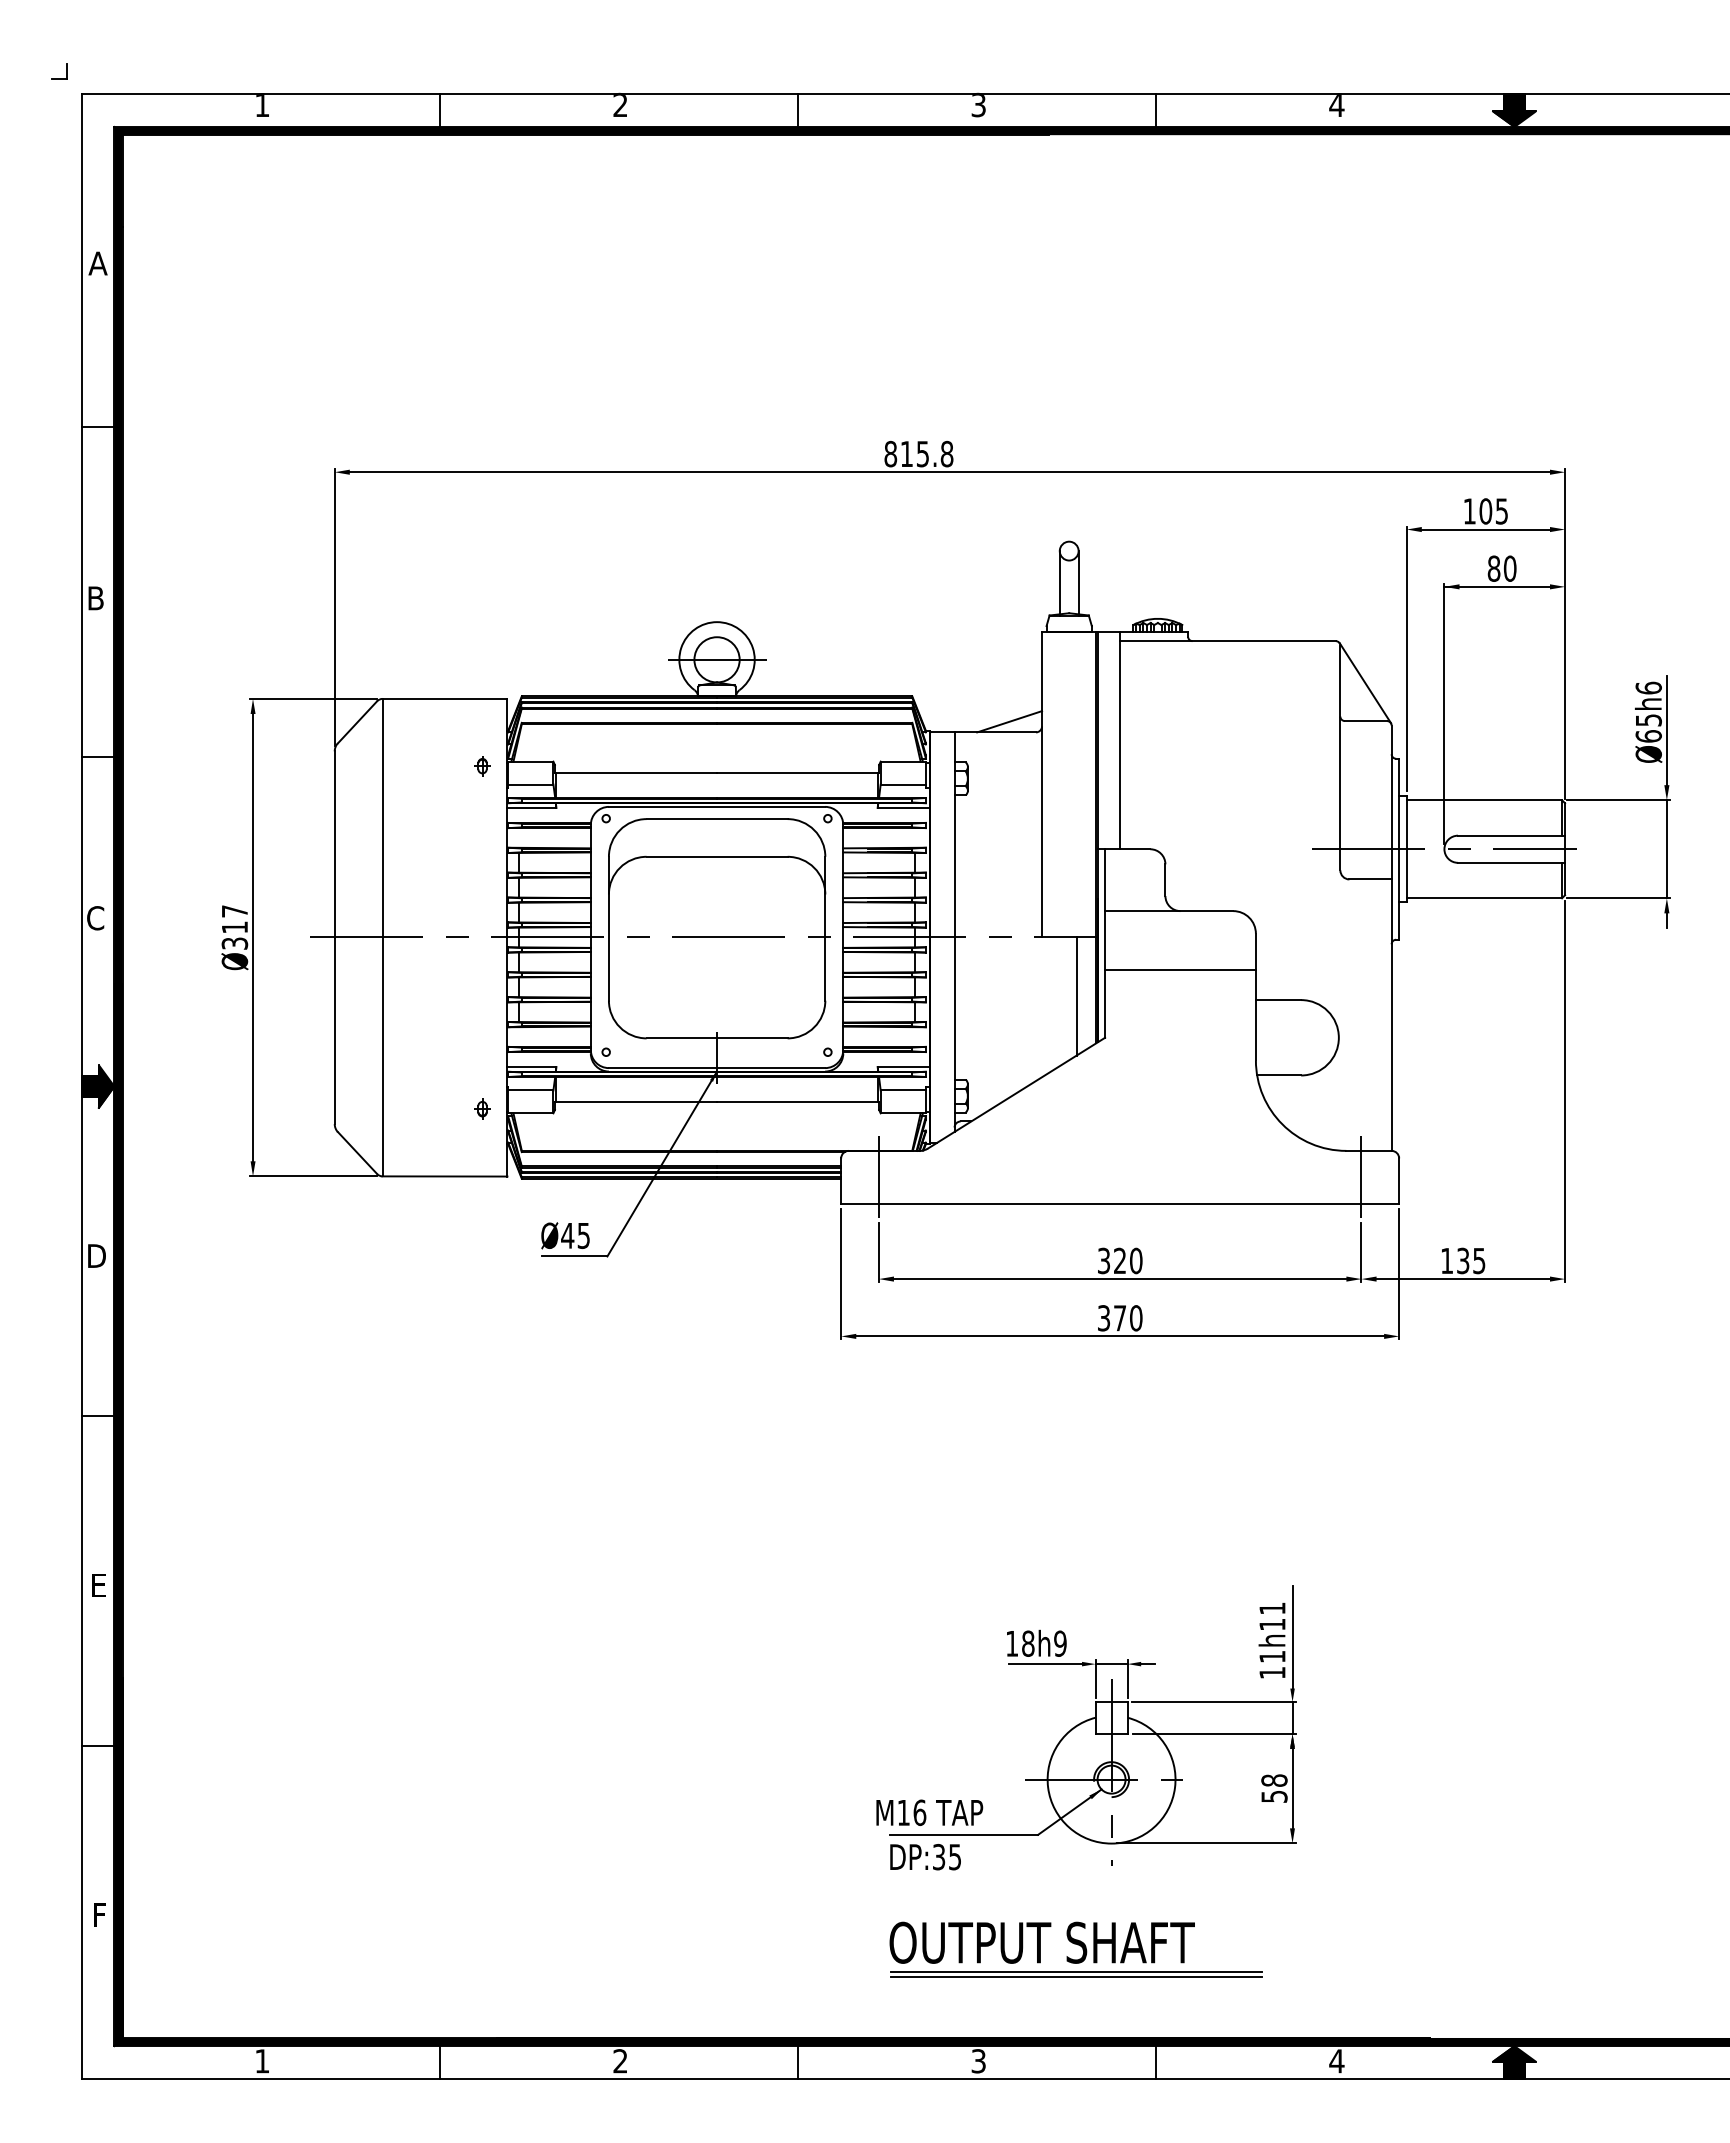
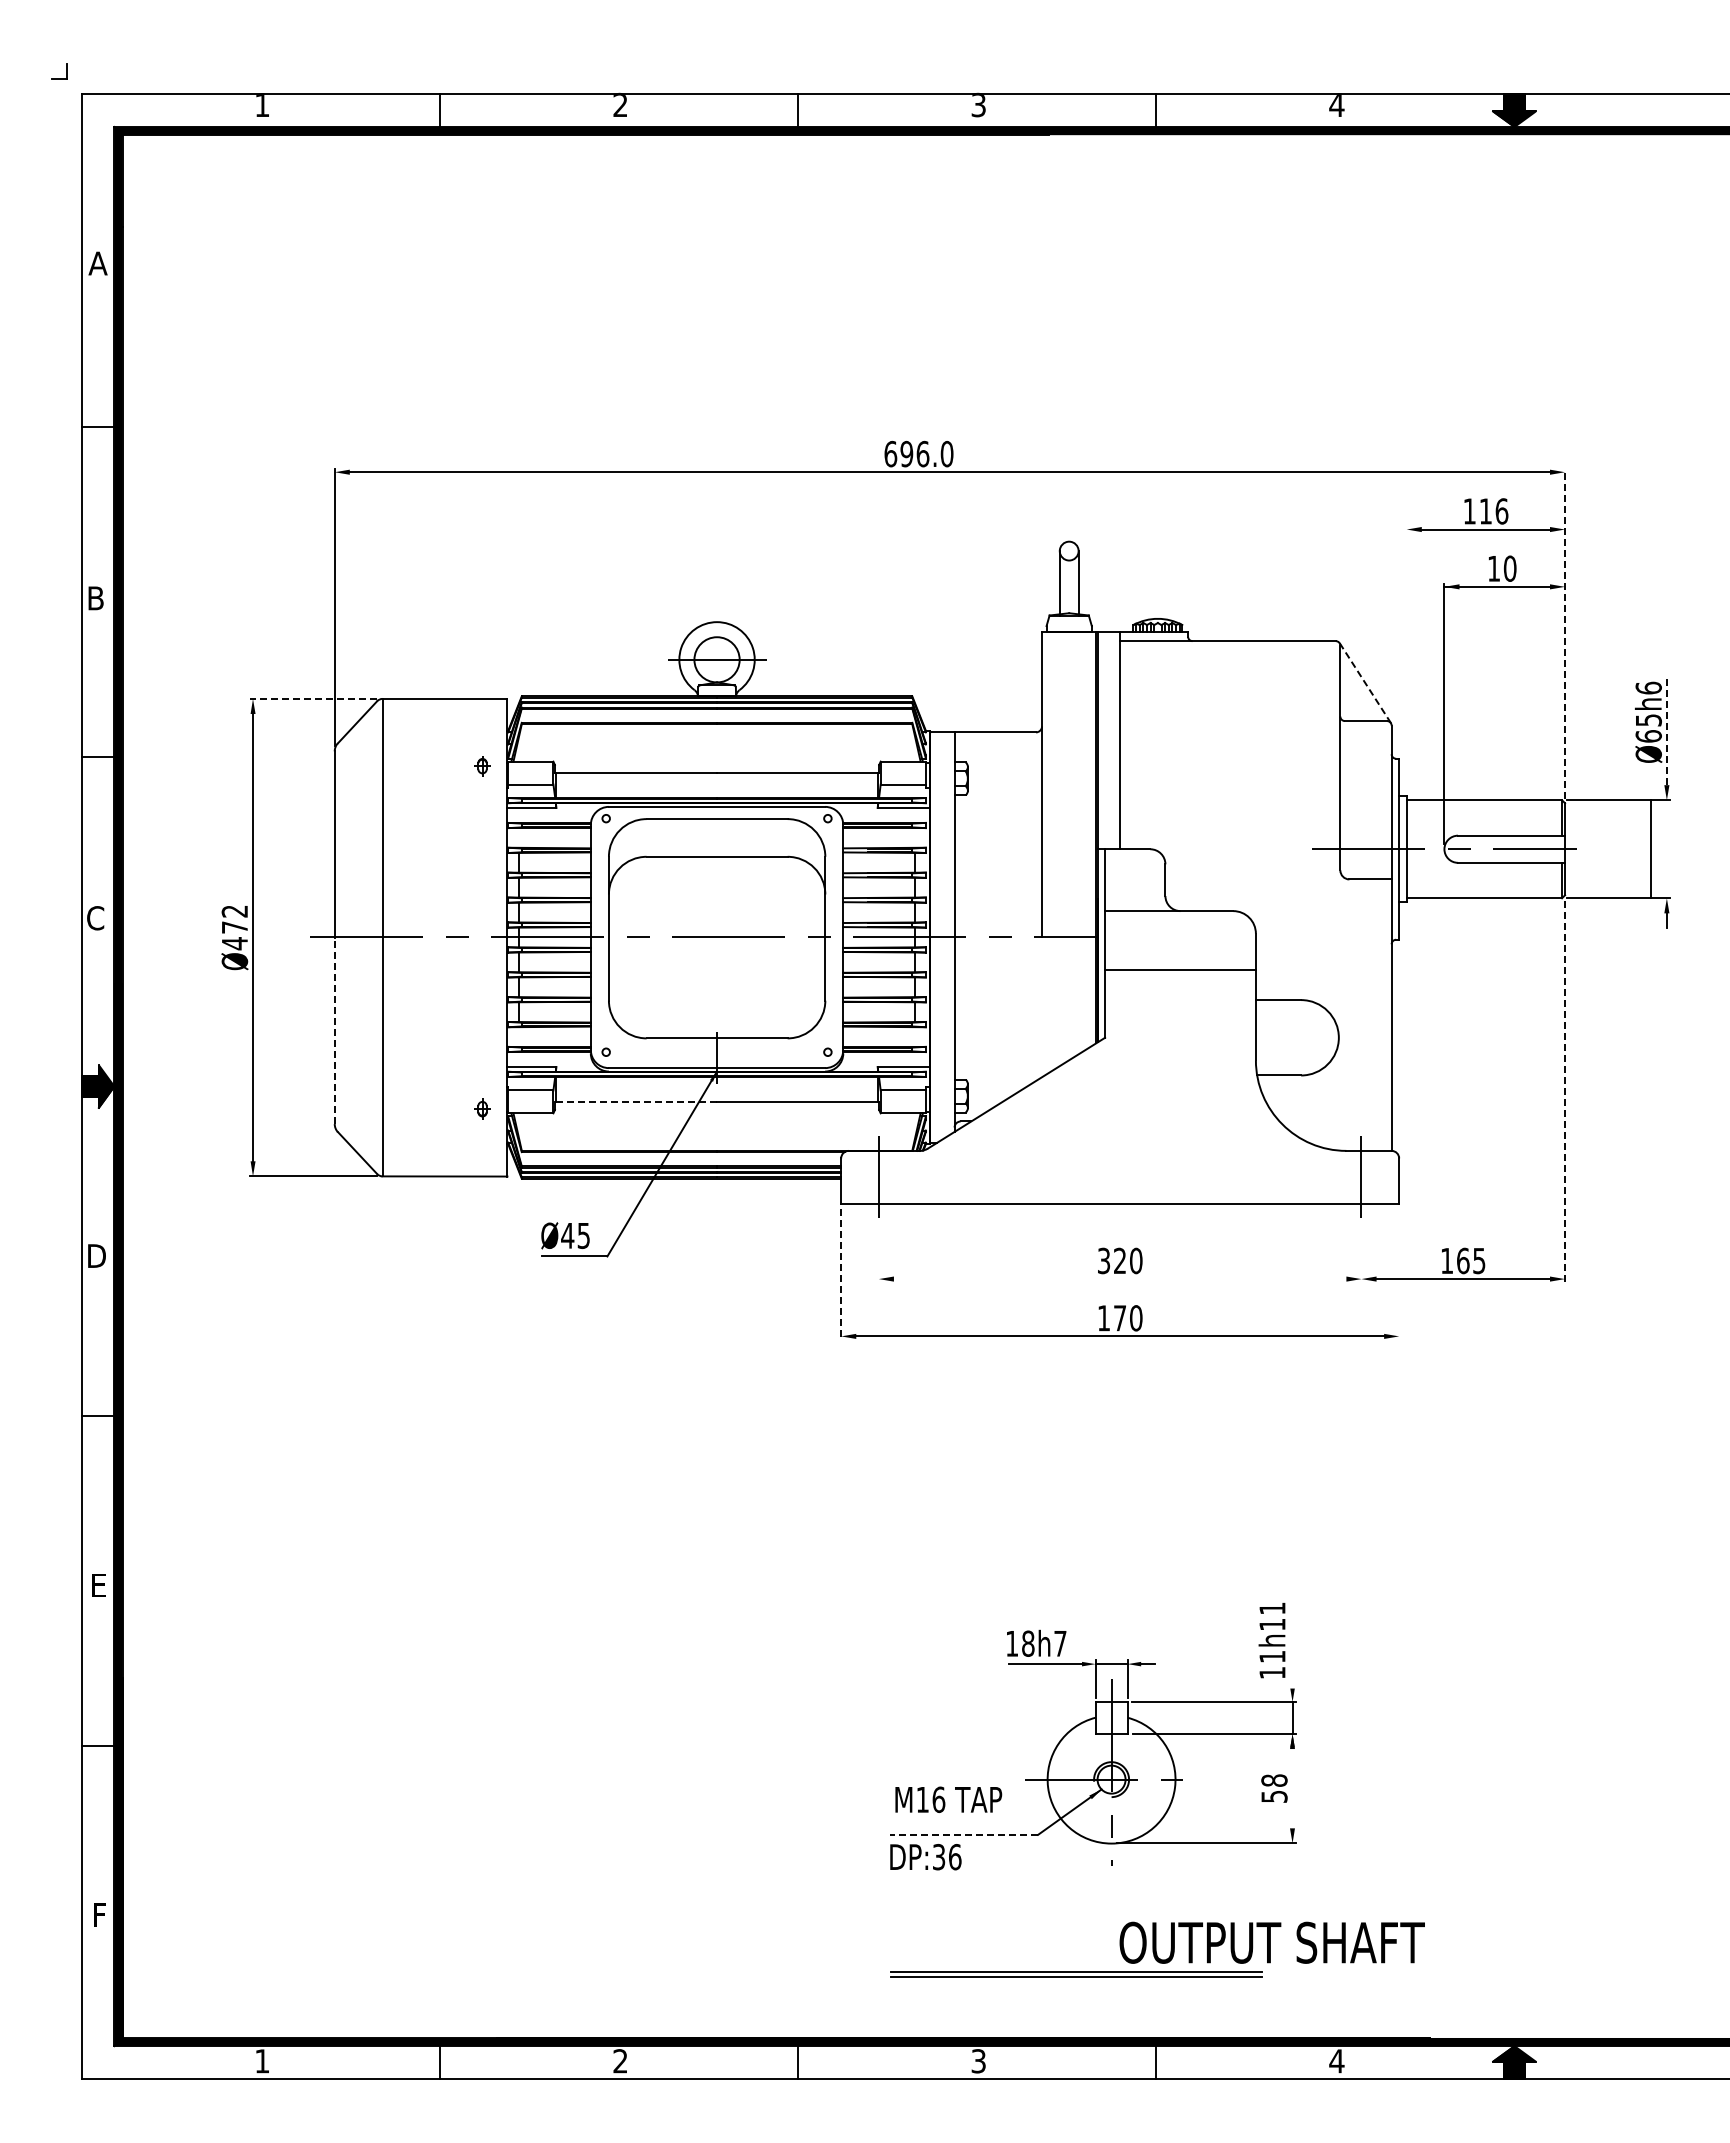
text at (918, 453): 815.8 -> 696.0
text at (1493, 511): 105 -> 116
text at (1493, 568): 80 -> 10
line at (1565, 633): solid -> dashed
line at (1406, 658): present -> none
line at (1365, 682): solid -> dashed
line at (313, 698): solid -> dashed
line at (1009, 721): present -> none
line at (1666, 730): solid -> dashed
line at (1666, 849) position: (1666, 849) -> (1650, 849)
text at (234, 927): Ø317 -> Ø472
line at (1076, 996): present -> none
line at (334, 1030): solid -> dashed
line at (1565, 1091): solid -> dashed
line at (635, 1102): solid -> dashed
line at (878, 1252): present -> none
line at (1361, 1252): present -> none
text at (1463, 1260): 135 -> 165
line at (1399, 1273): present -> none
line at (841, 1274): solid -> dashed
line at (1119, 1279): present -> none
text at (1104, 1318): 370 -> 170
line at (1292, 1636): present -> none
text at (1060, 1643): 18h9 -> 18h7
line at (1292, 1788): present -> none
text at (929, 1812) position: (929, 1812) -> (948, 1799)
line at (963, 1834): solid -> dashed
text at (955, 1857): DP:35 -> DP:36
text at (1041, 1942) position: (1041, 1942) -> (1271, 1942)
